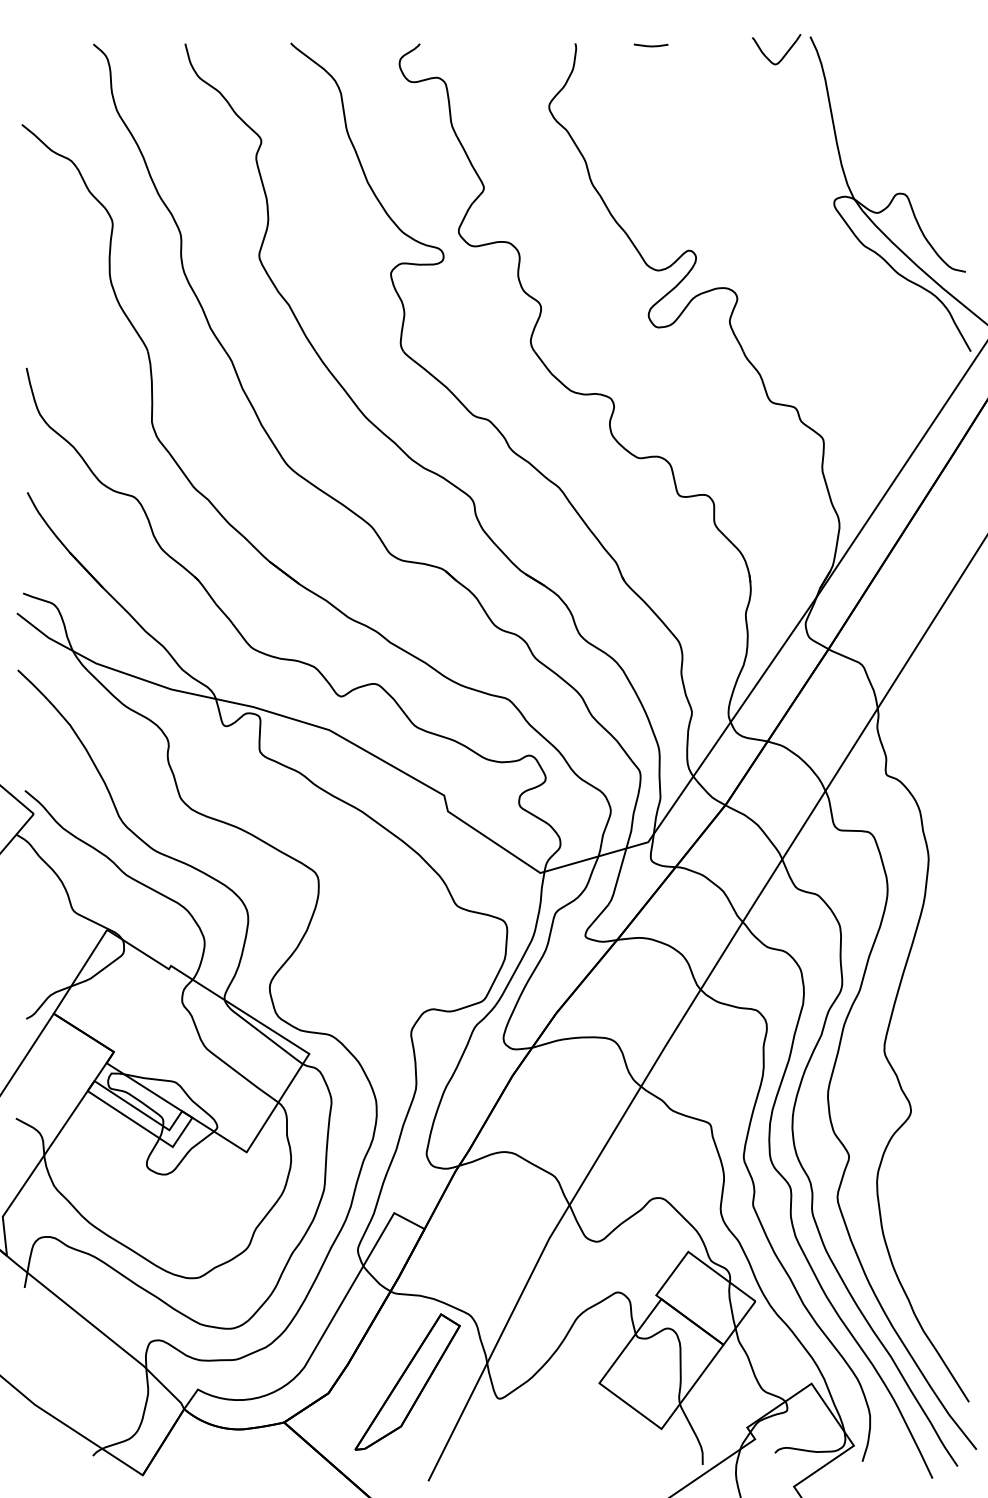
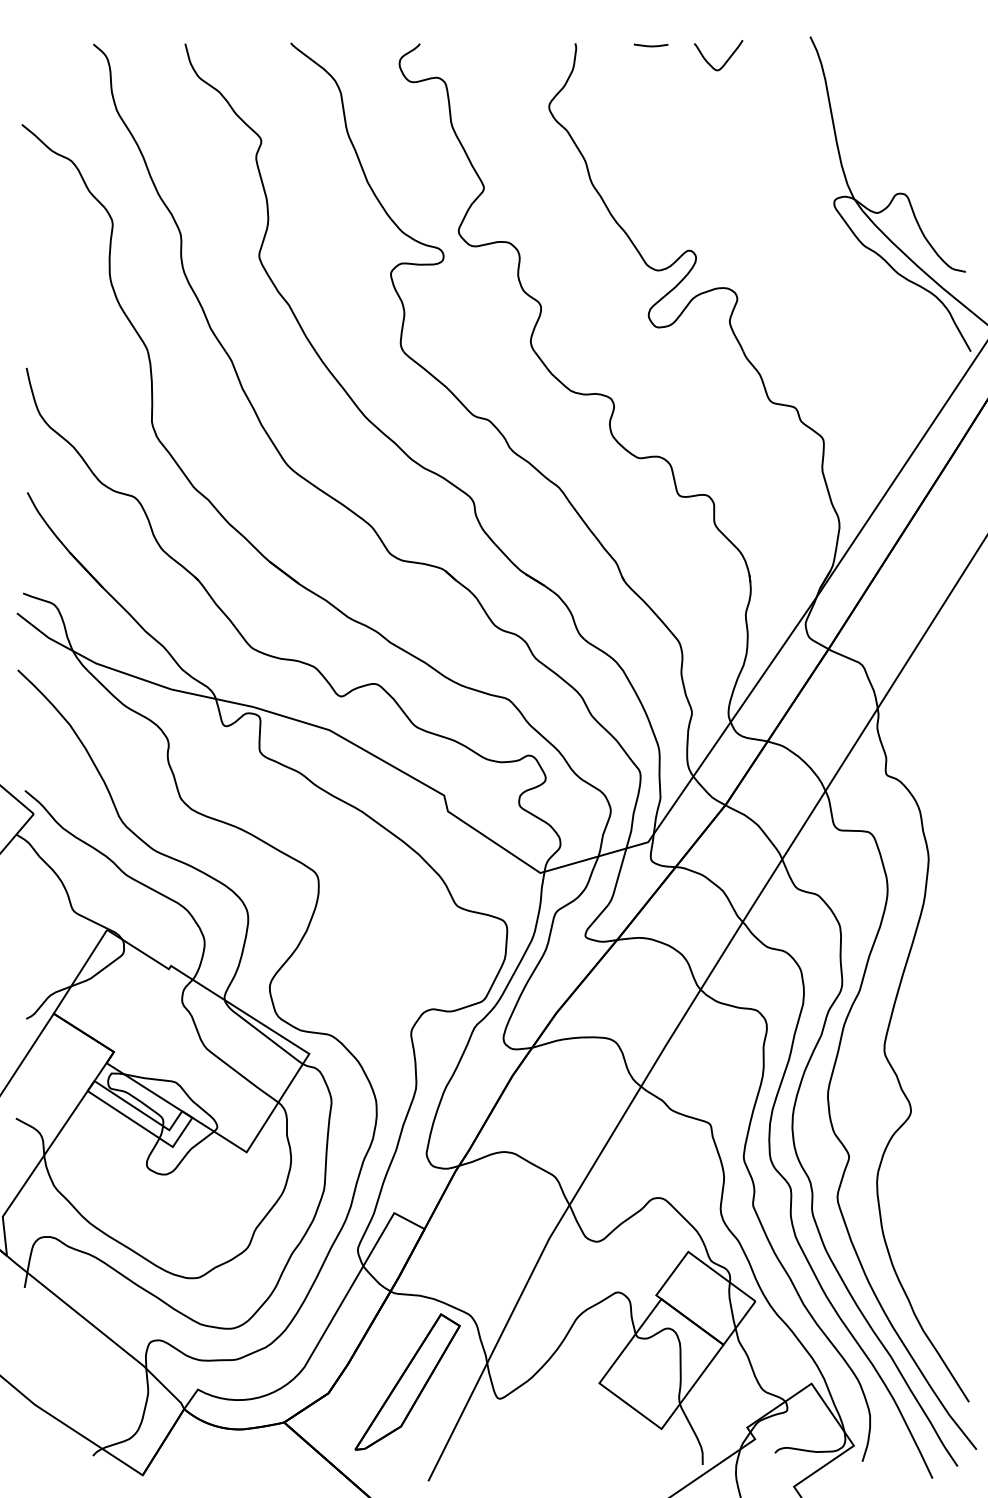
curve at (783, 55) position: (783, 55) -> (725, 61)
